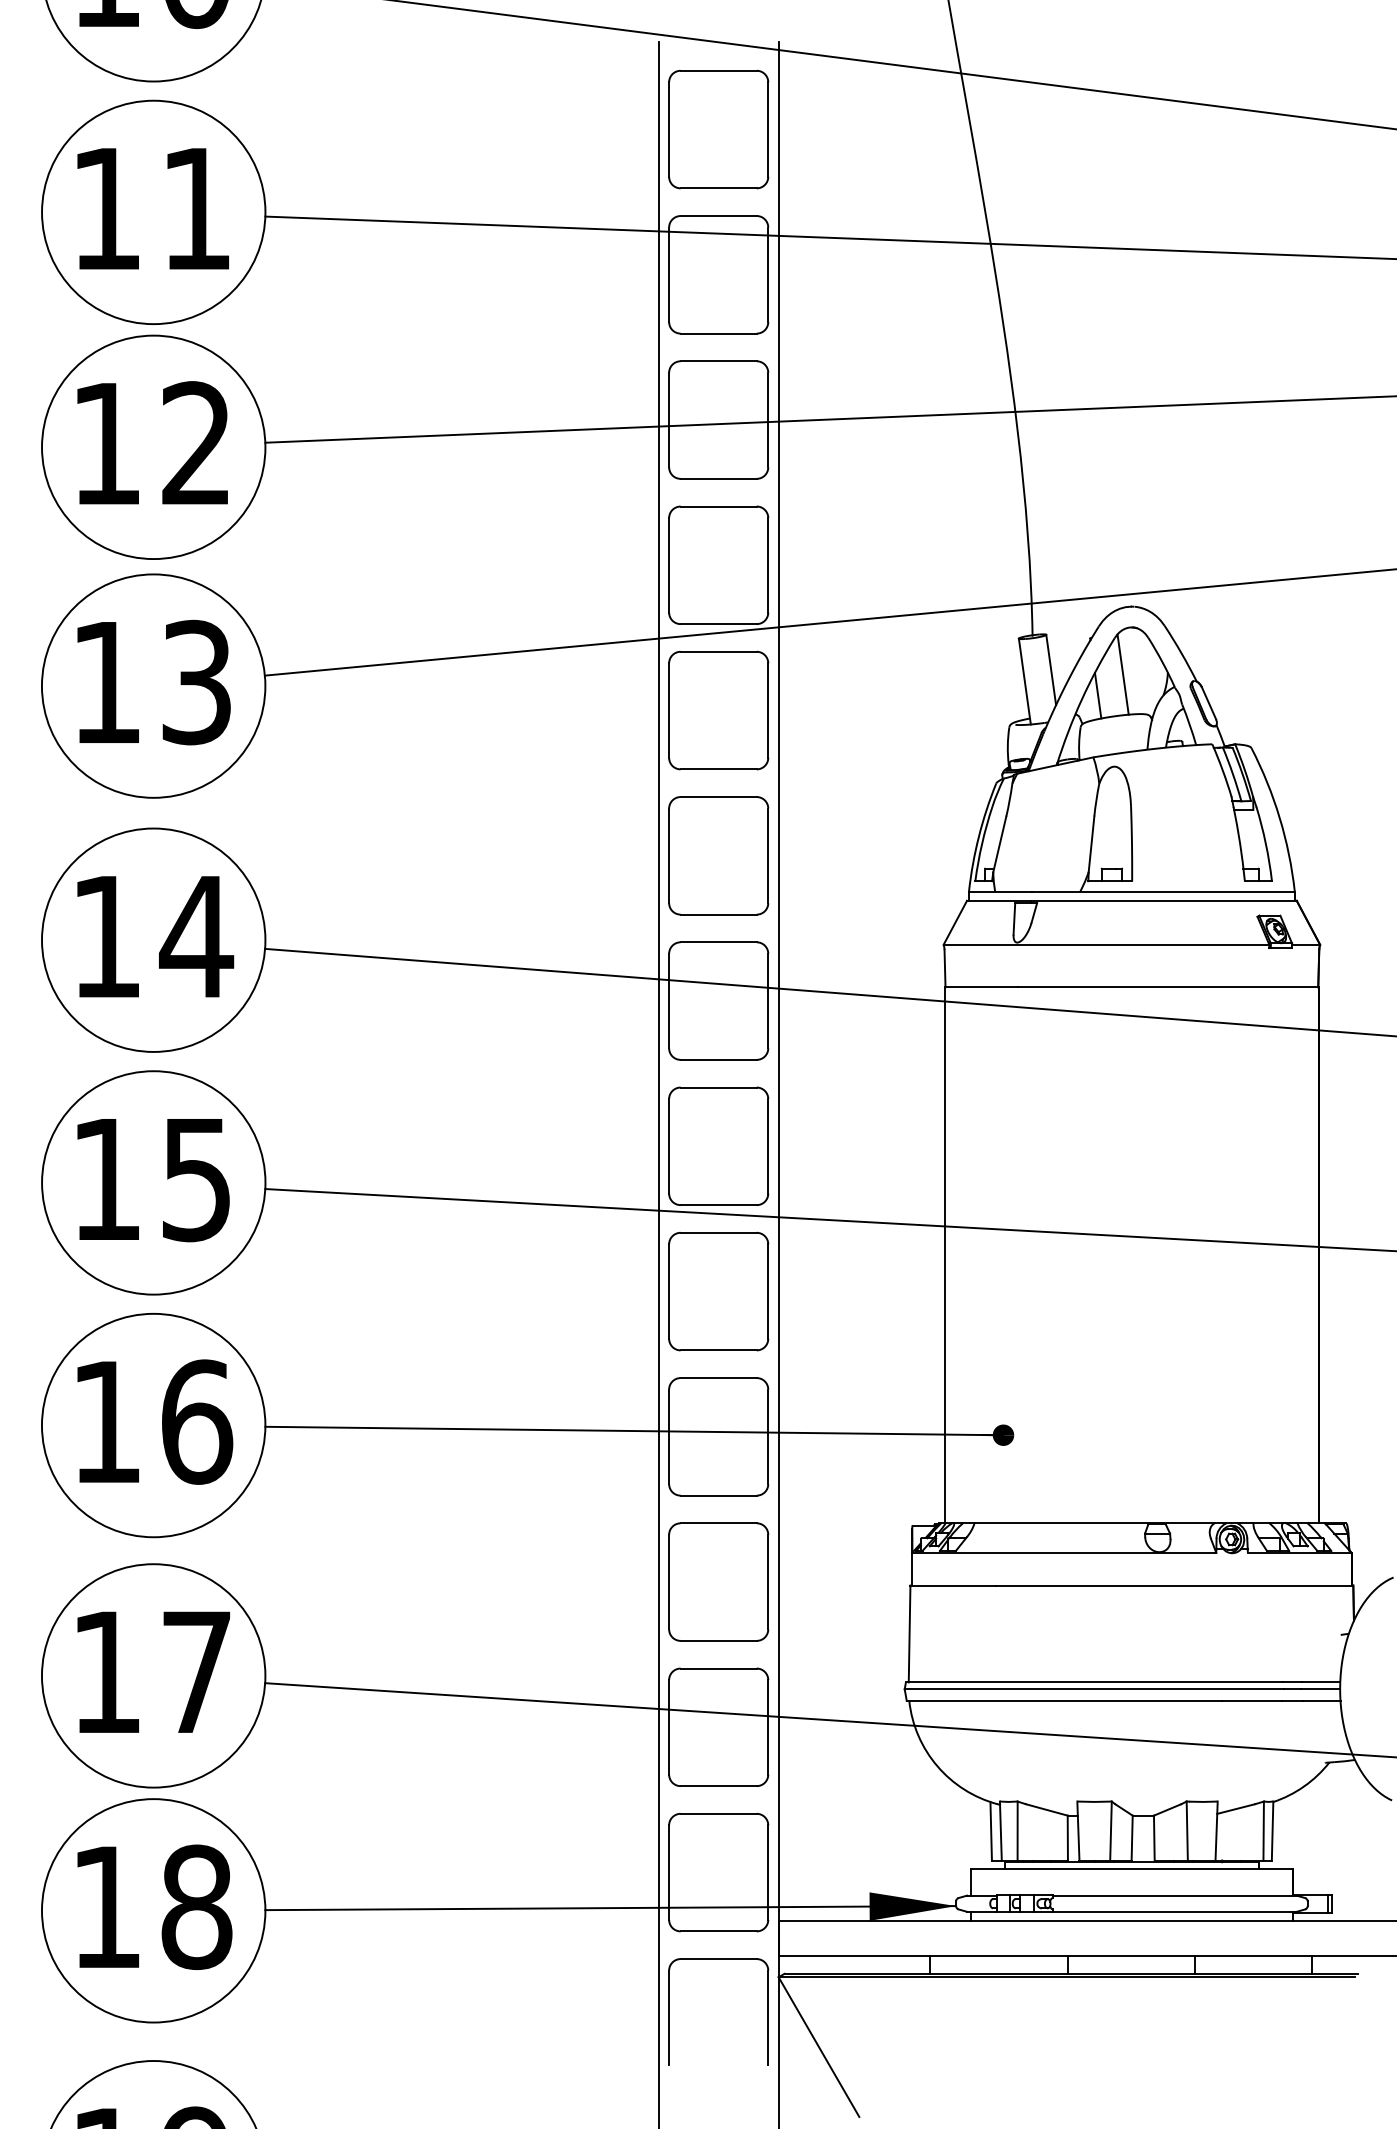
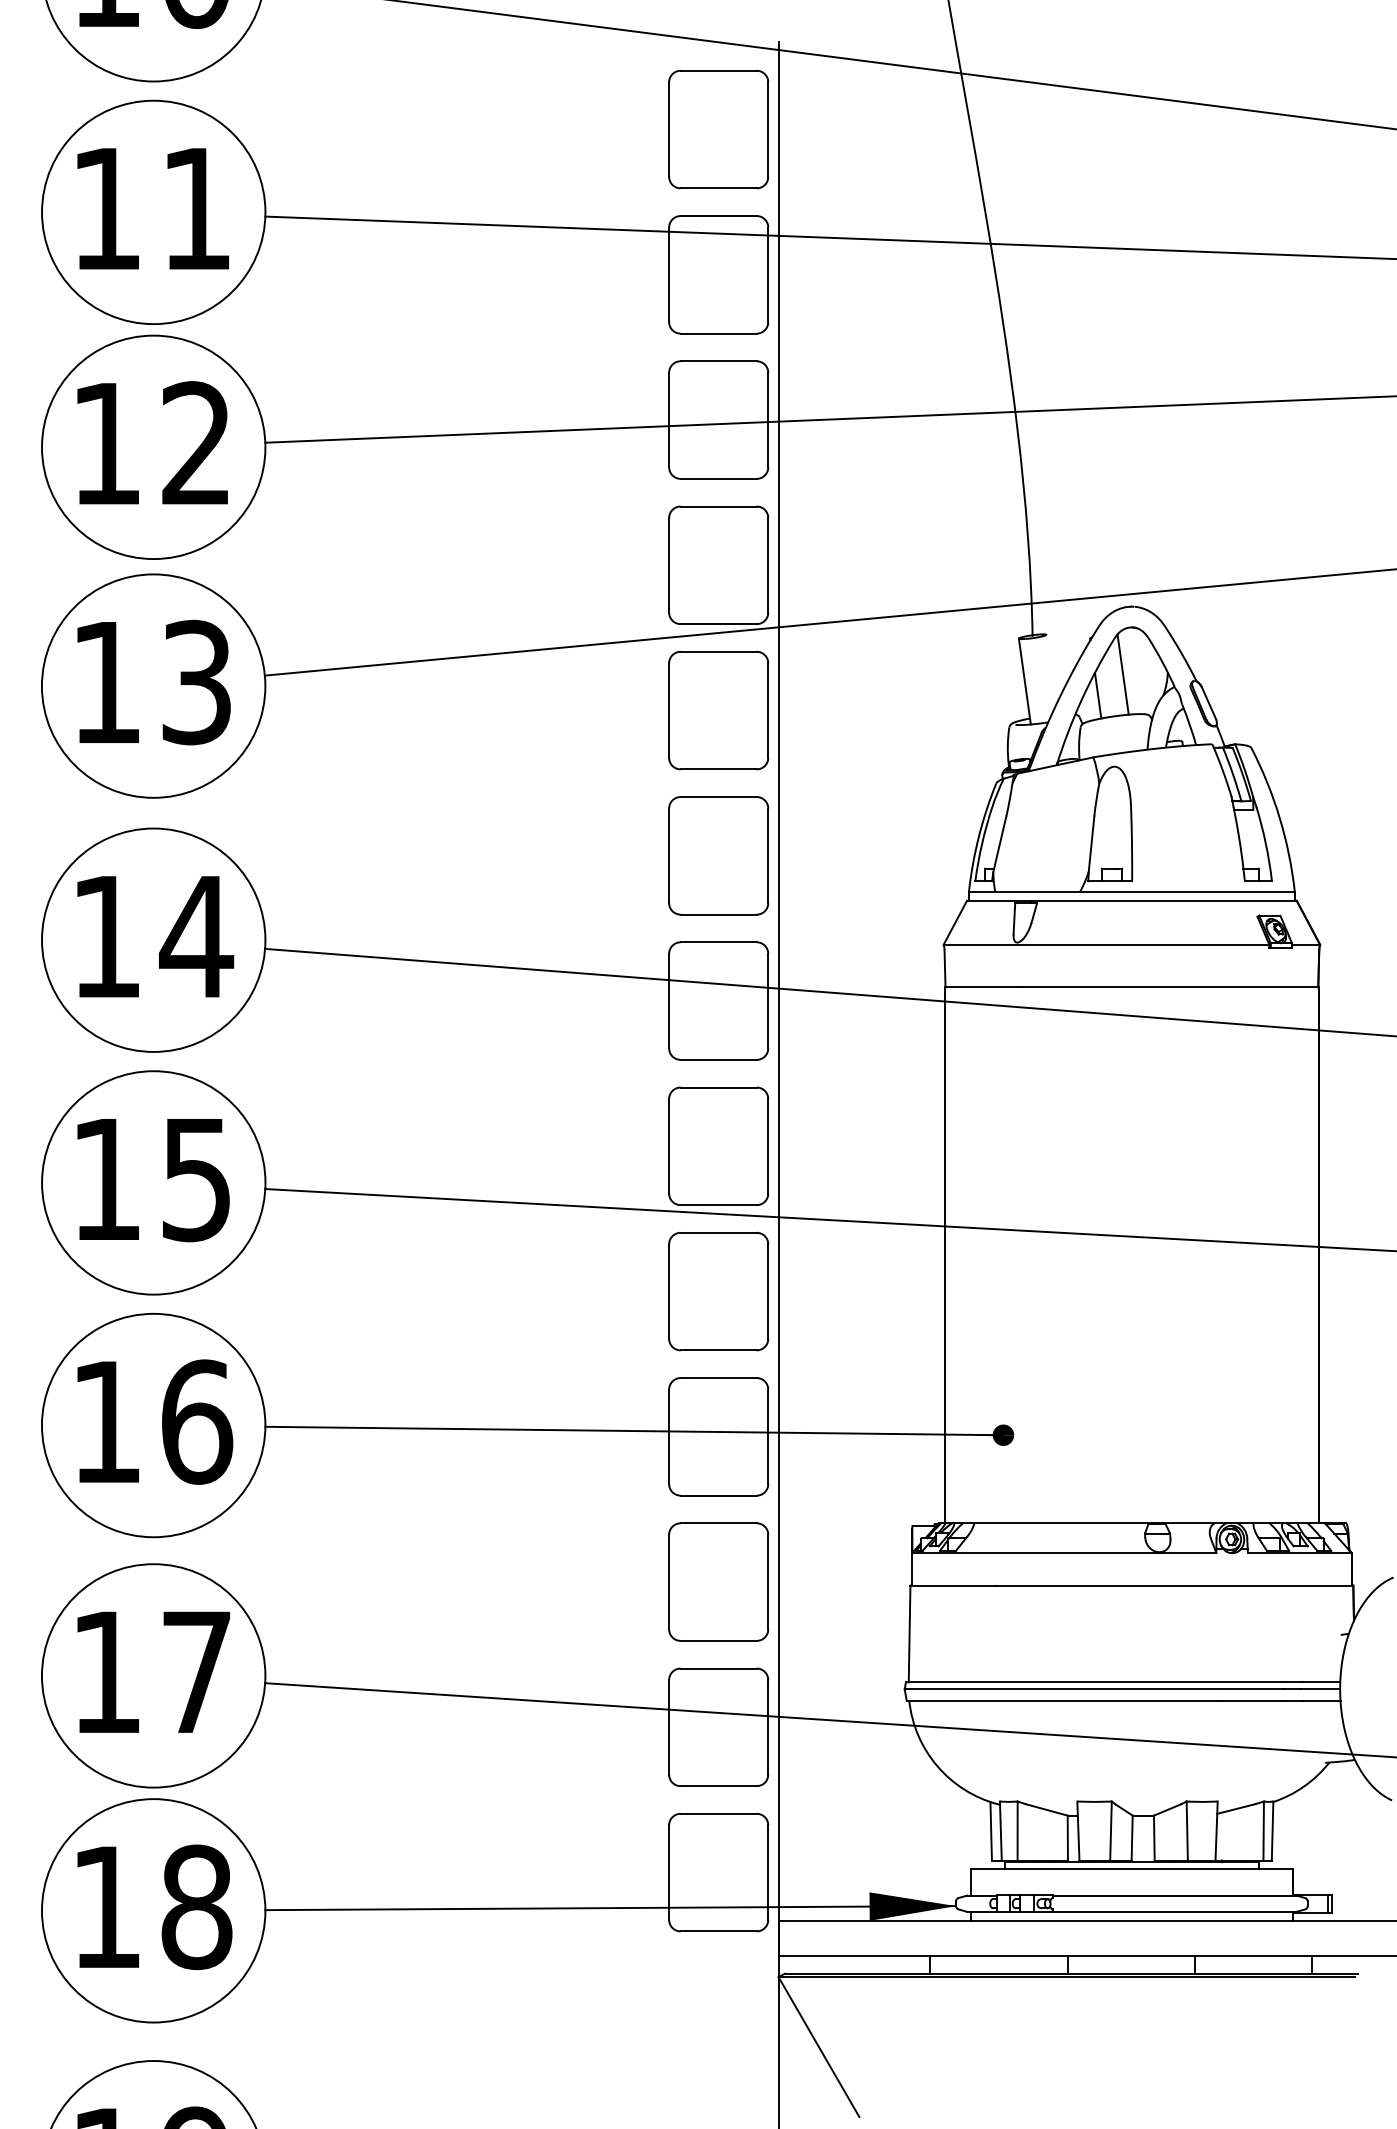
line at (1051, 669): present -> none
line at (658, 1083): present -> none
part at (669, 2011): present -> none
